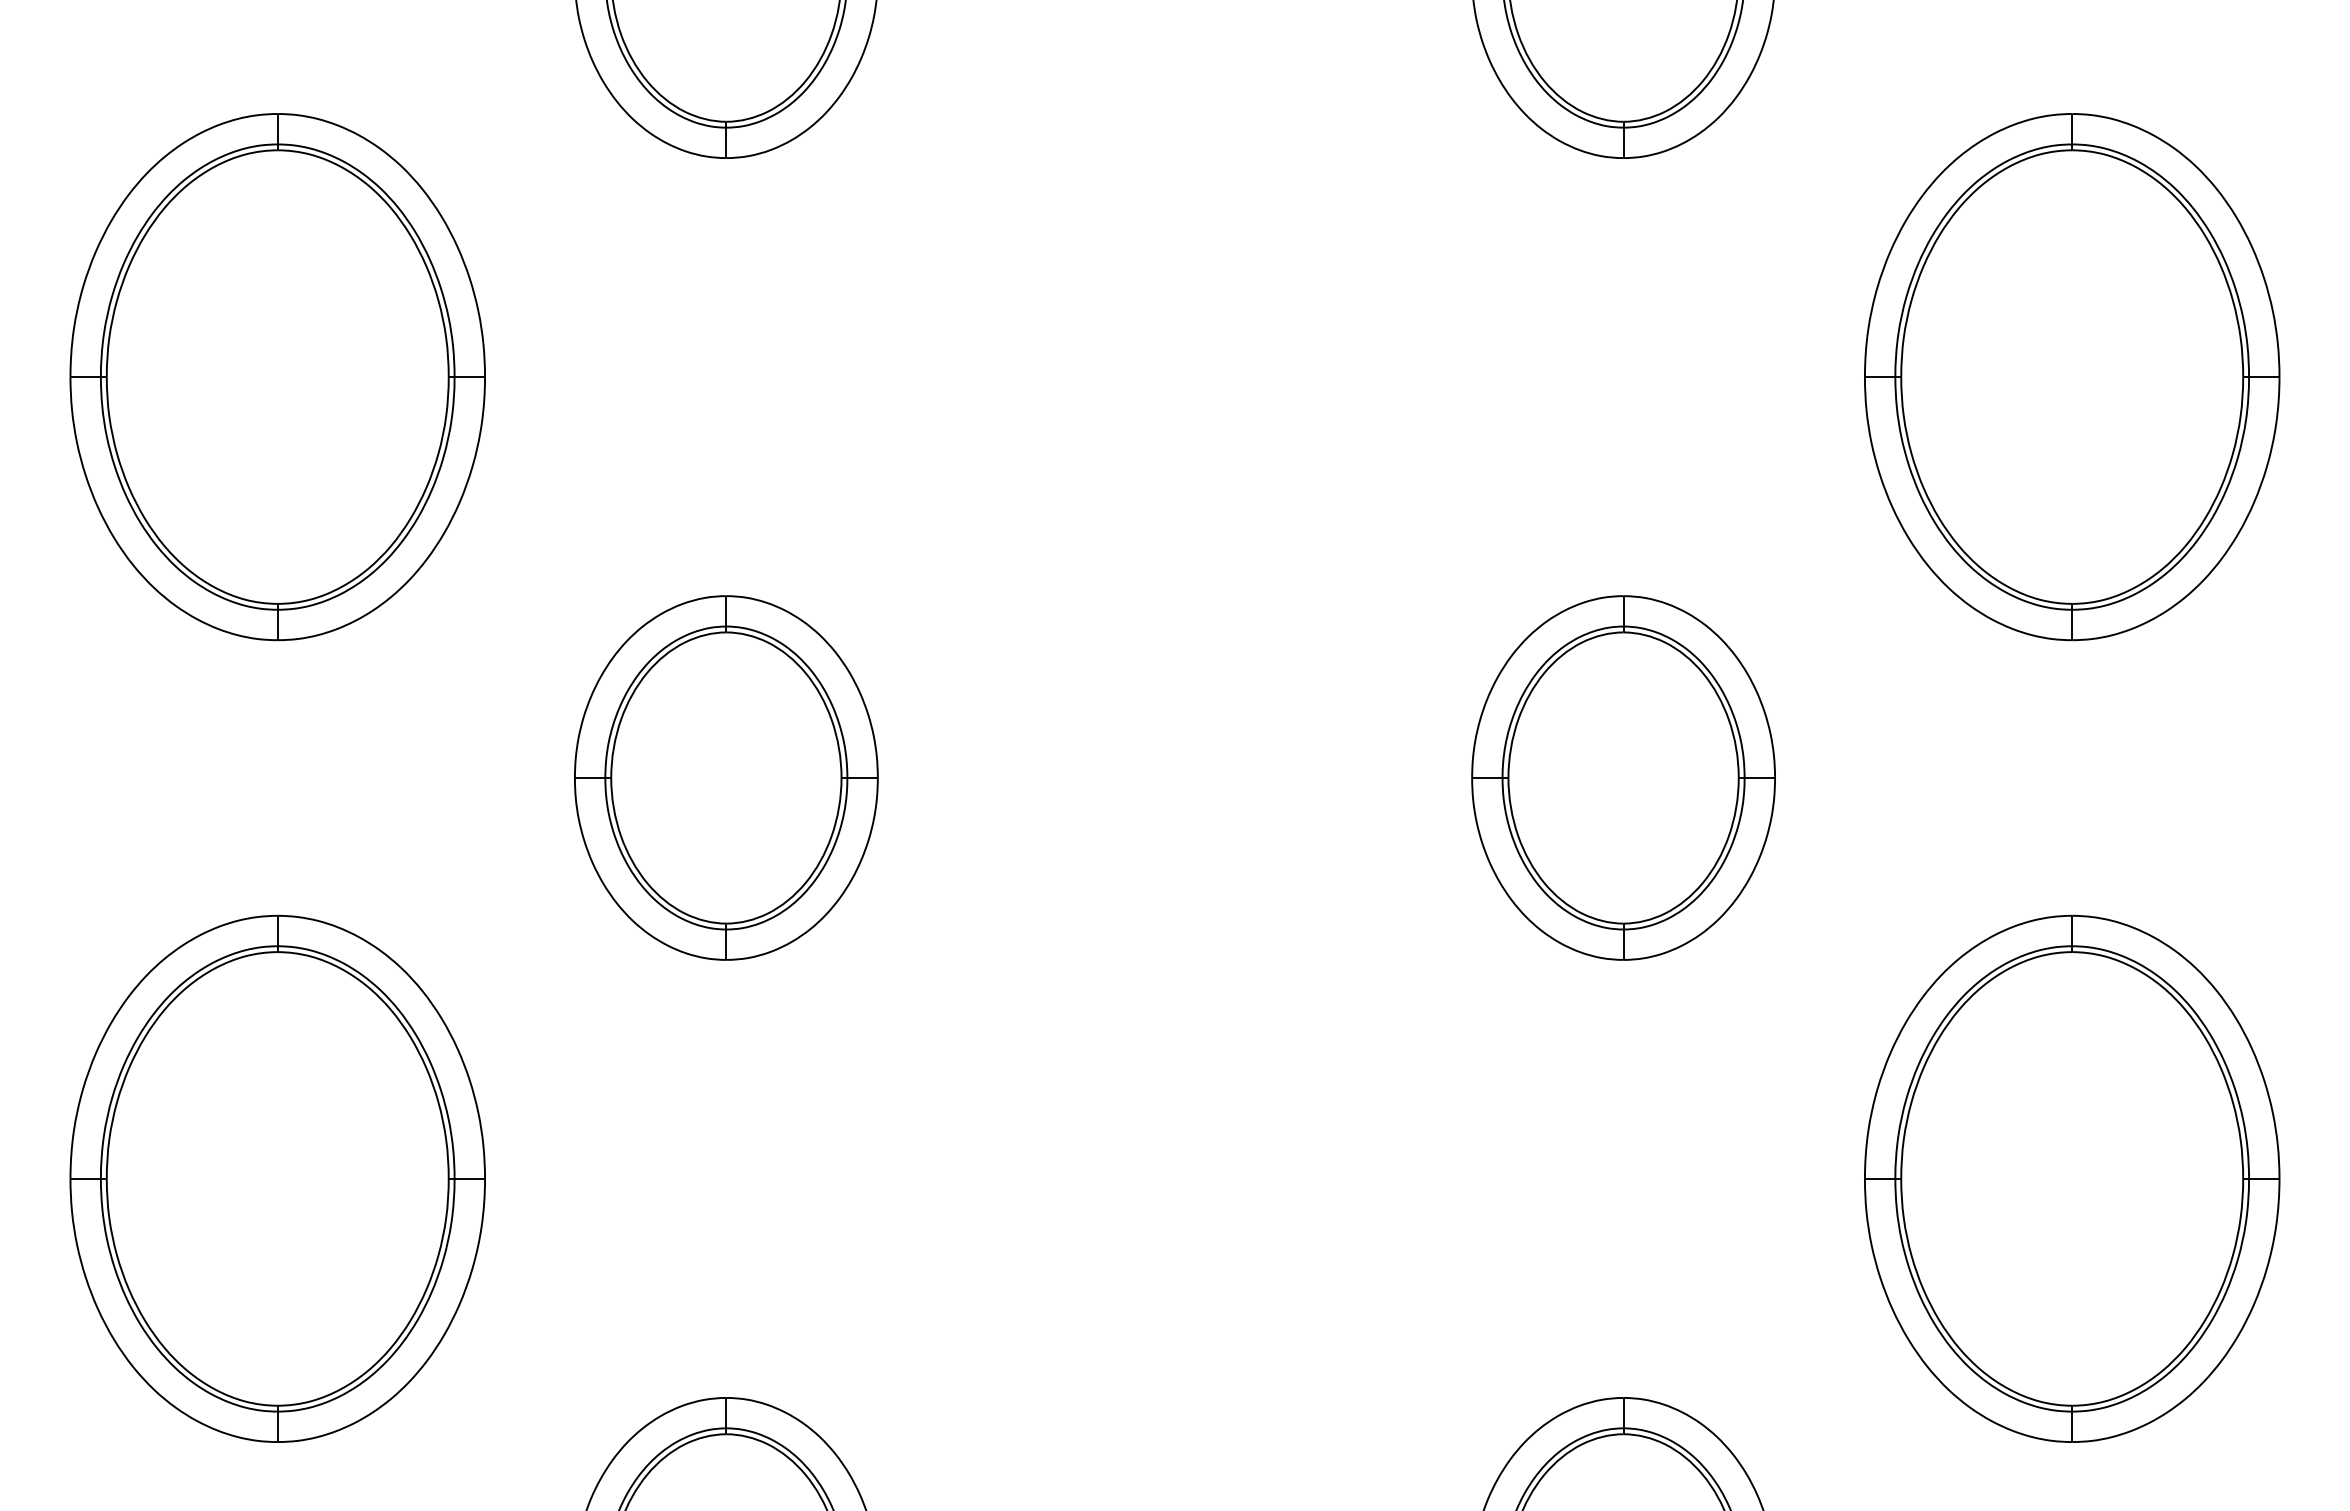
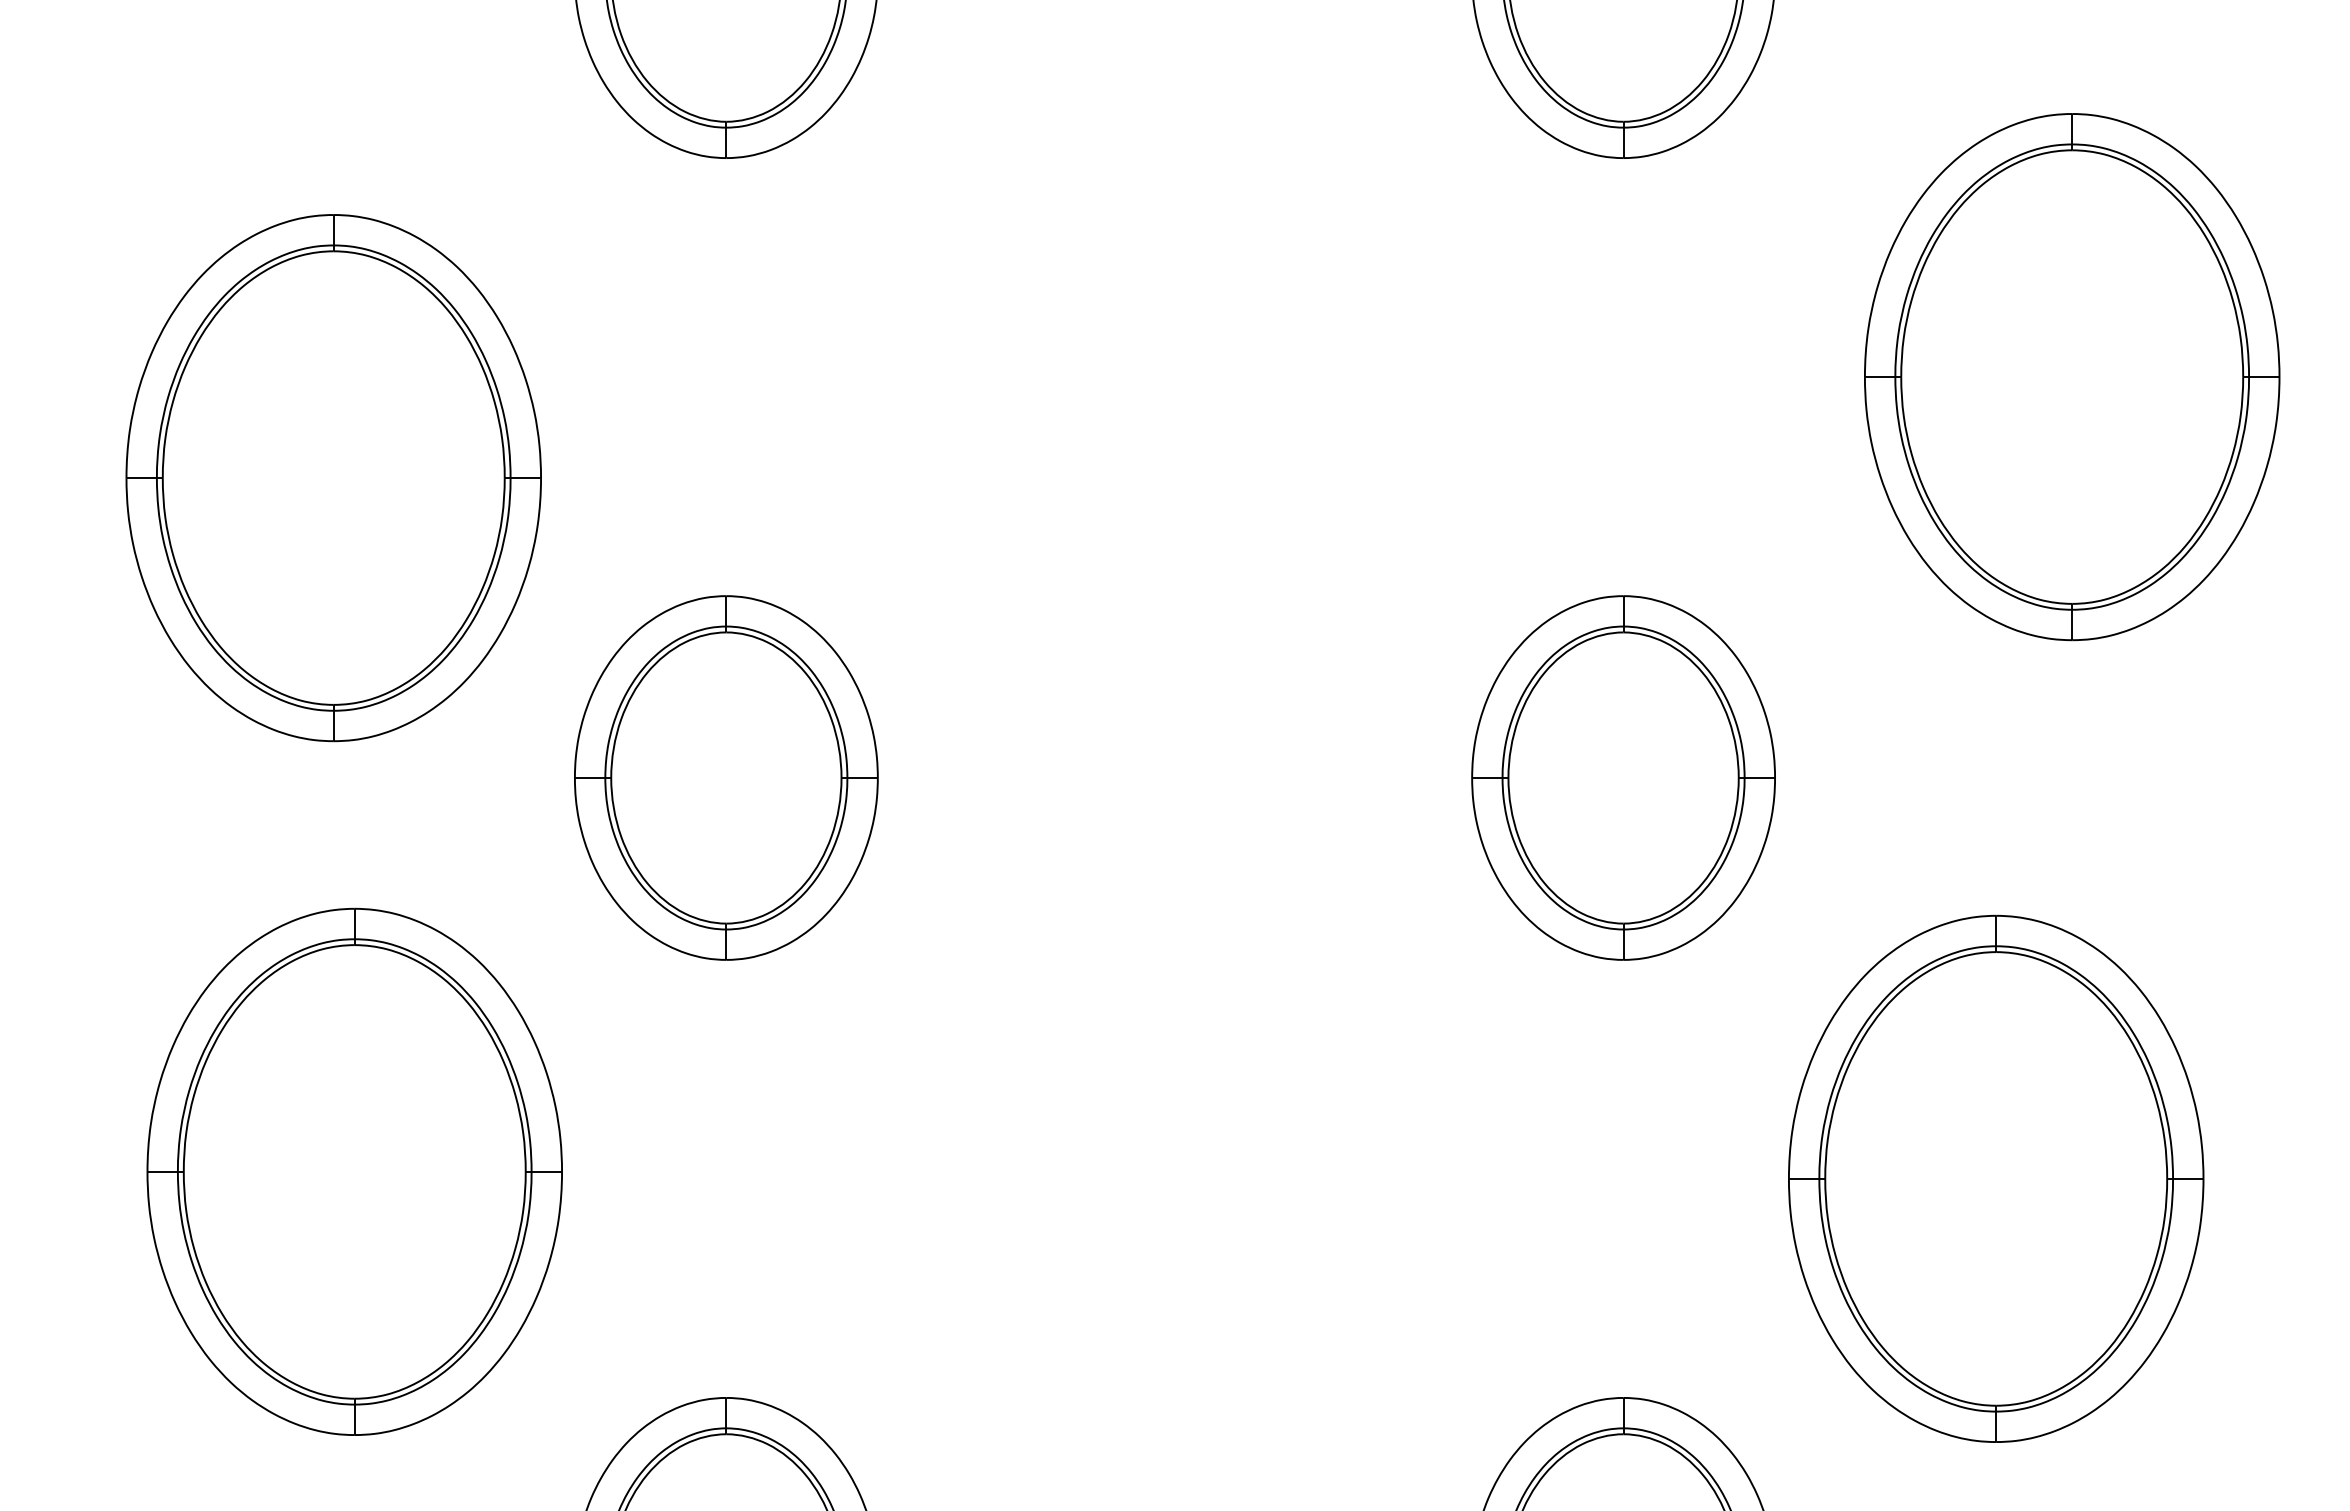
part at (277, 377) position: (277, 377) -> (333, 478)
part at (277, 1178) position: (277, 1178) -> (354, 1171)
part at (2072, 1178) position: (2072, 1178) -> (1996, 1178)
